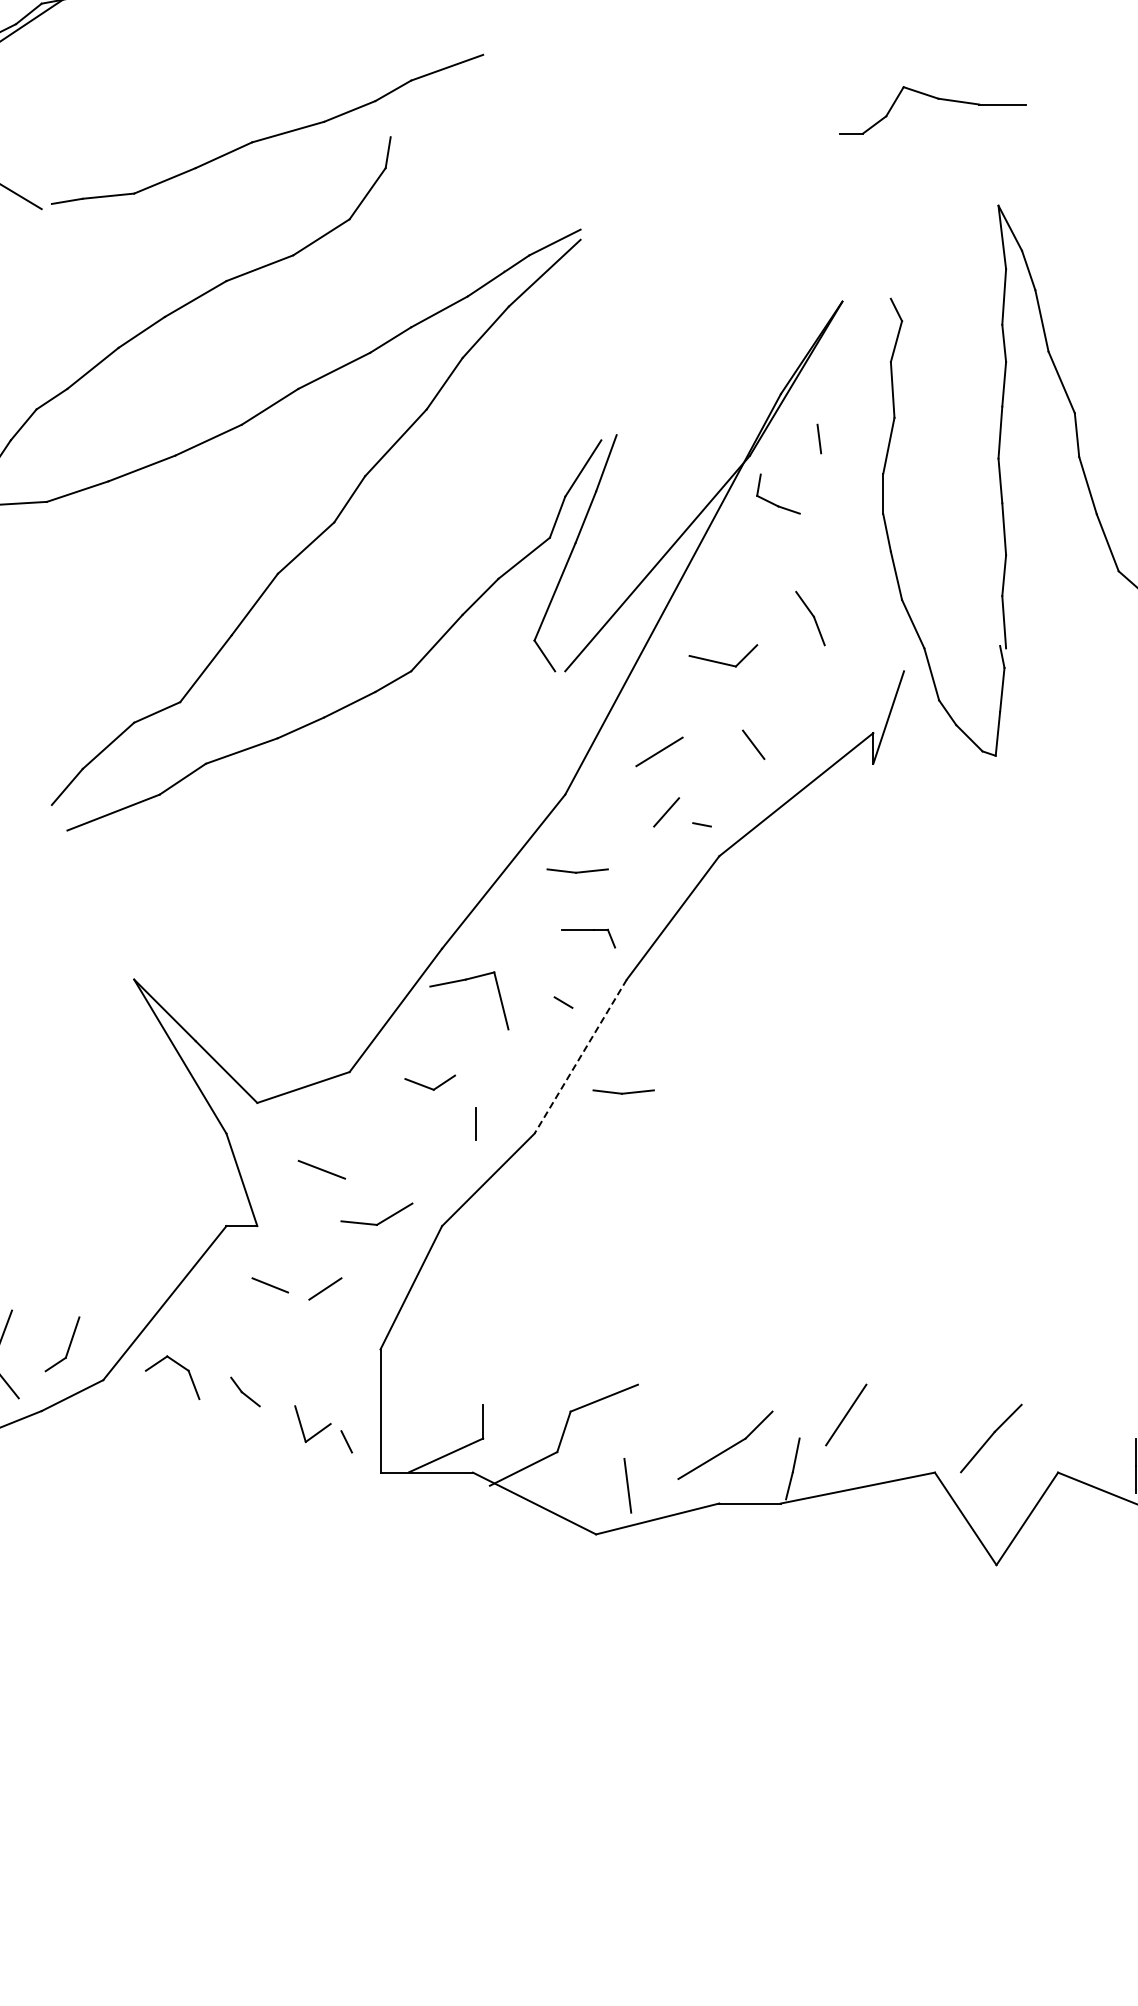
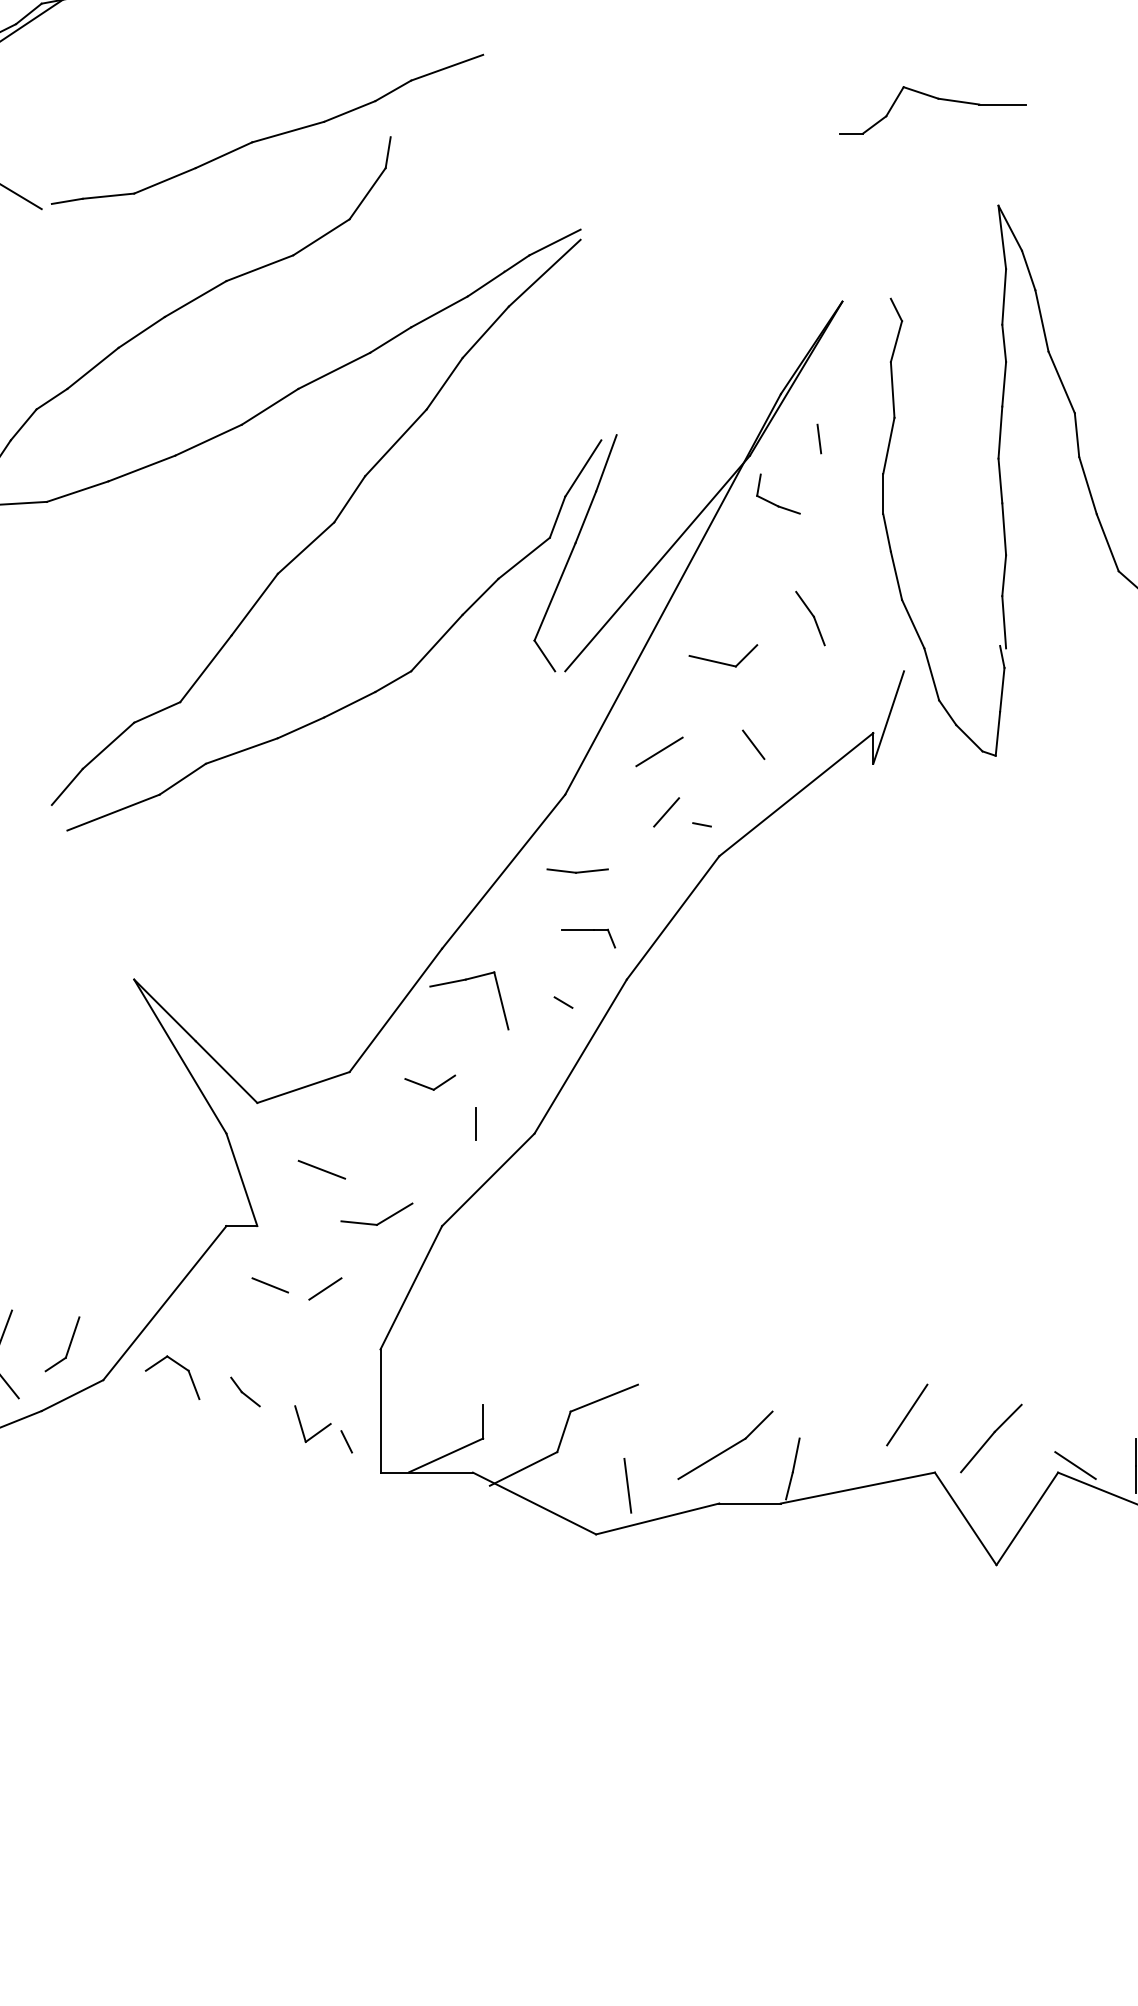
line at (580, 1056): dashed -> solid
part at (623, 1091): present -> none
line at (846, 1414) position: (846, 1414) -> (907, 1414)
line at (1075, 1465): none -> present
